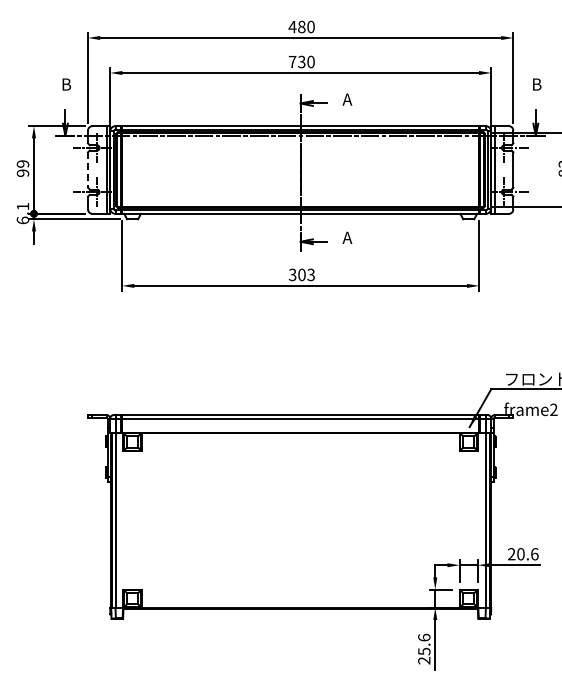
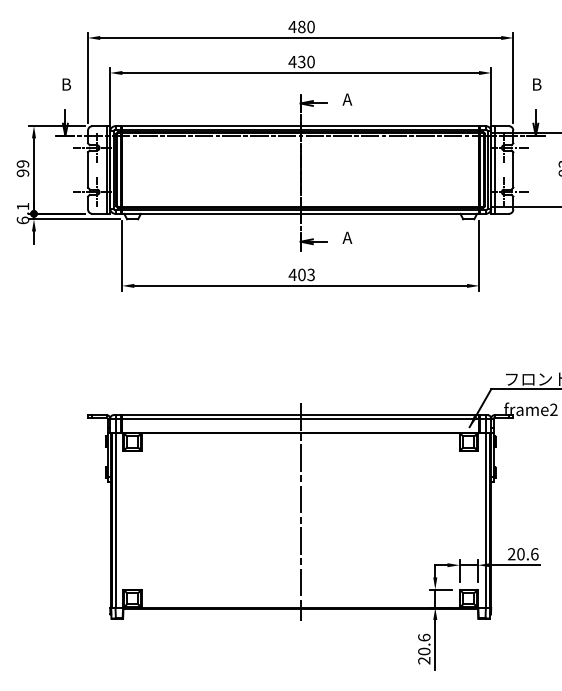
text at (292, 62): 730 -> 430
line at (88, 170): dashed -> solid
text at (292, 274): 303 -> 403
line at (300, 511): none -> present
text at (424, 651): 25.6 -> 20.6
